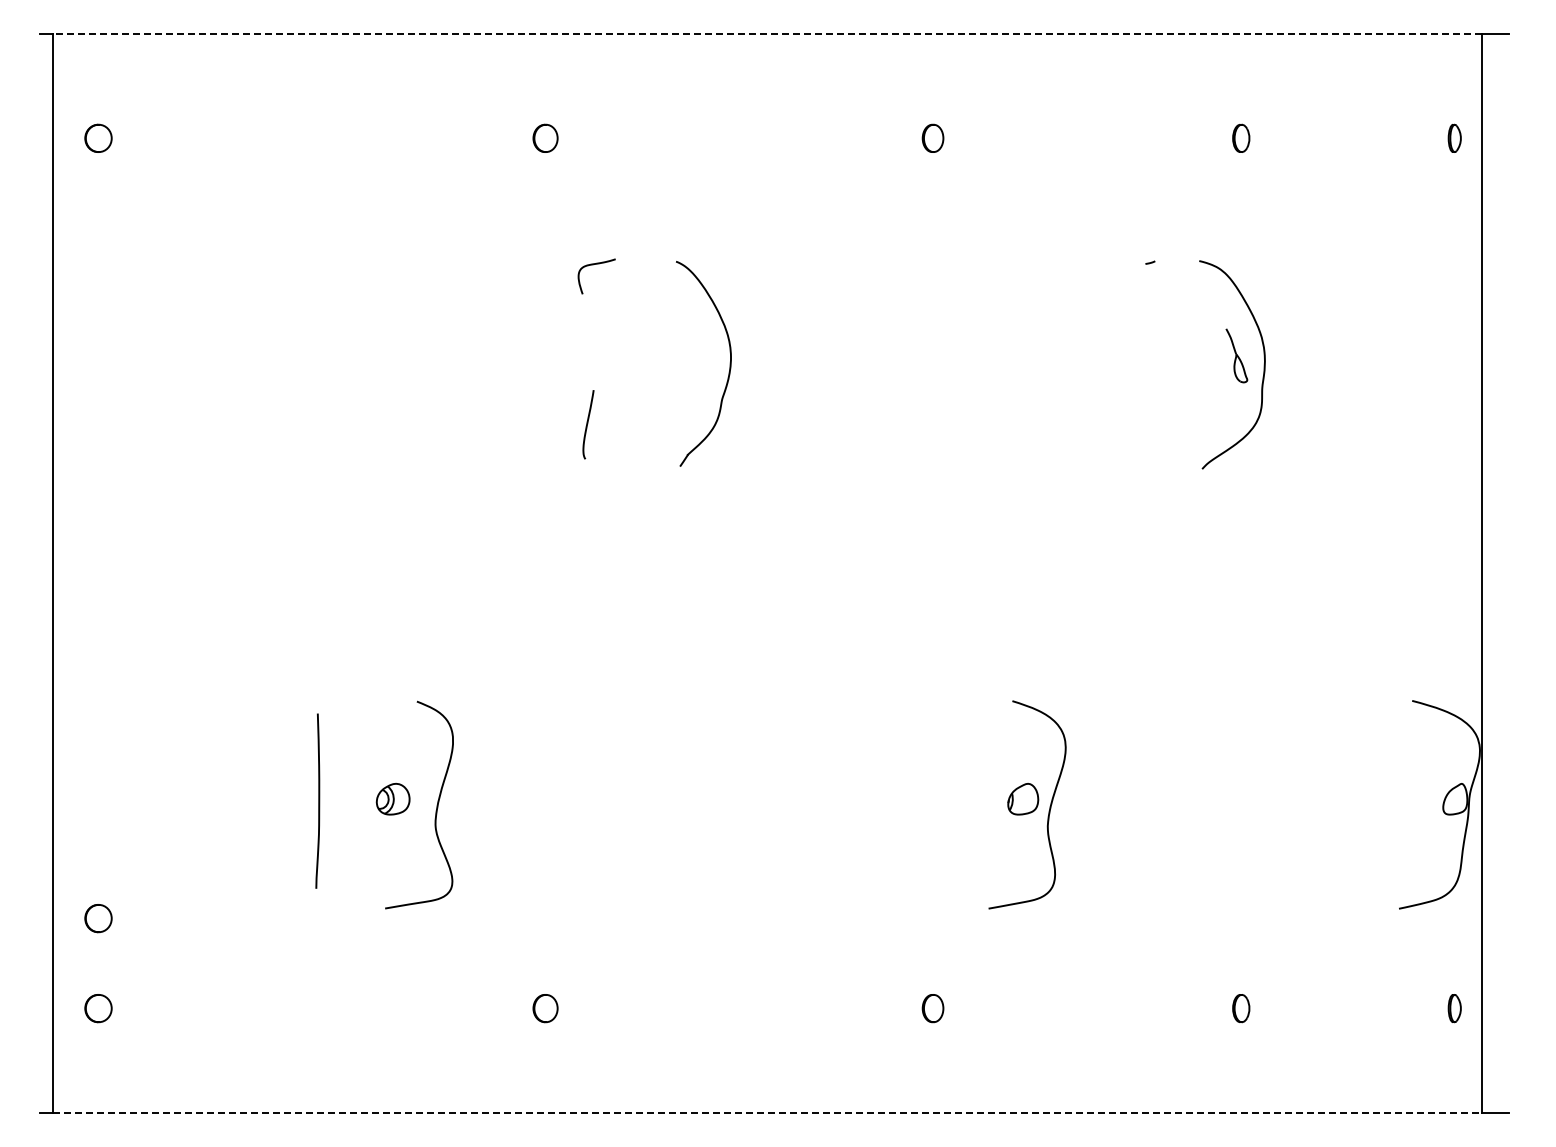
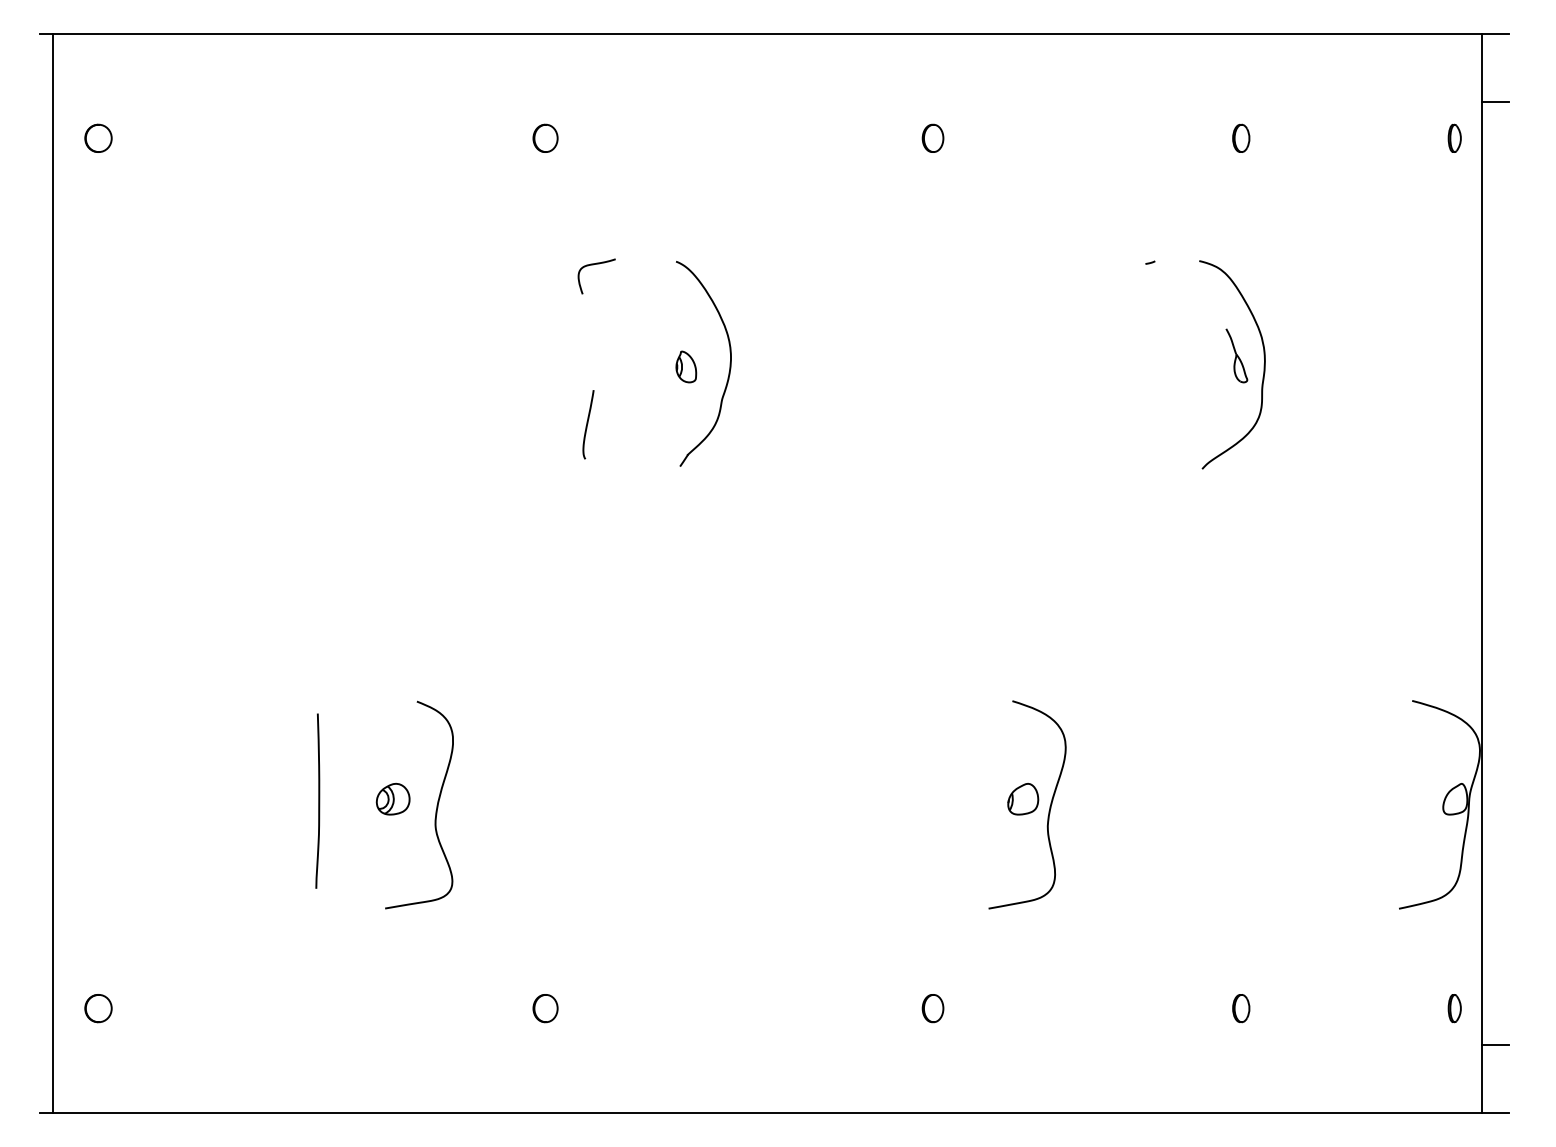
line at (767, 34): dashed -> solid
line at (1495, 101): none -> present
part at (686, 366): none -> present
part at (98, 918): present -> none
line at (1495, 1045): none -> present
line at (768, 1112): dashed -> solid
